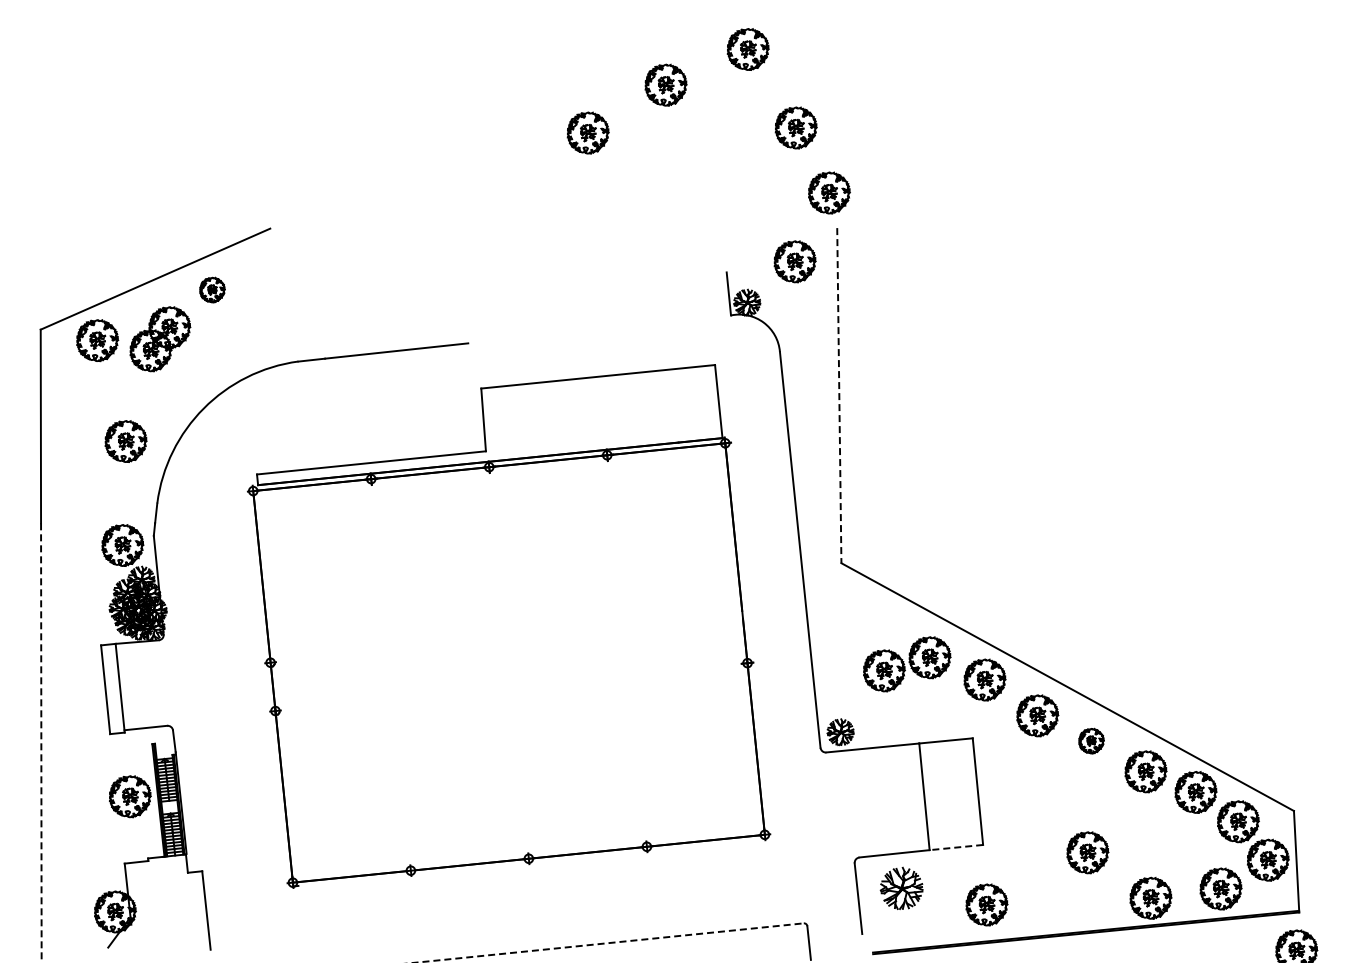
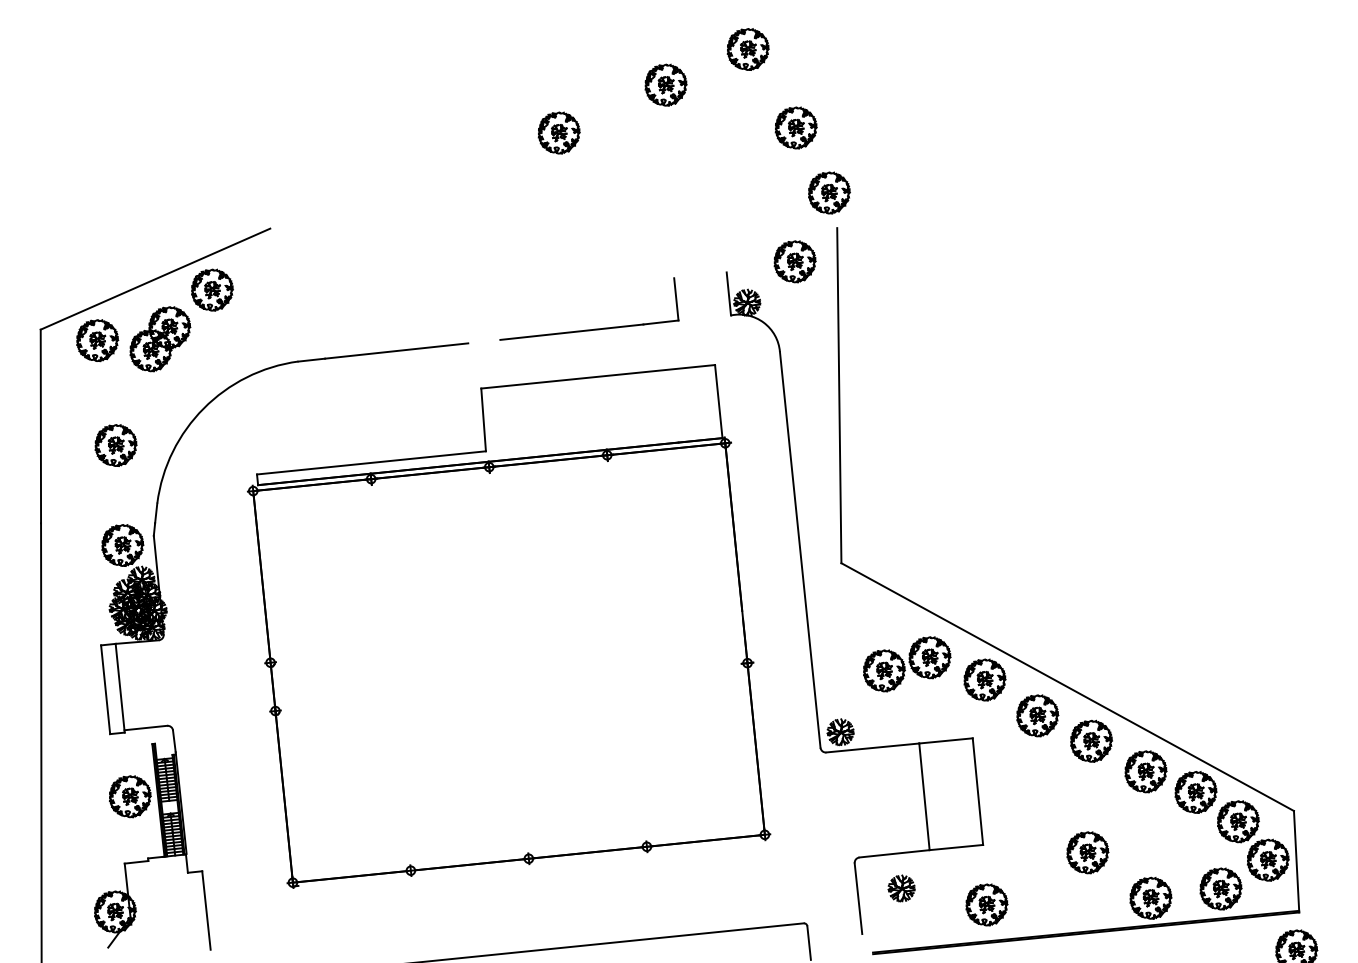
part at (587, 132) position: (587, 132) -> (558, 132)
part at (212, 289) size: 27x28 px -> 43x44 px
part at (594, 328): none -> present
line at (839, 395): dashed -> solid
part at (125, 441) position: (125, 441) -> (115, 445)
part at (1091, 740) size: 27x28 px -> 43x44 px
line at (41, 743): dashed -> solid
line at (956, 847): dashed -> solid
part at (901, 887) size: 45x44 px -> 29x29 px
line at (609, 943): dashed -> solid
